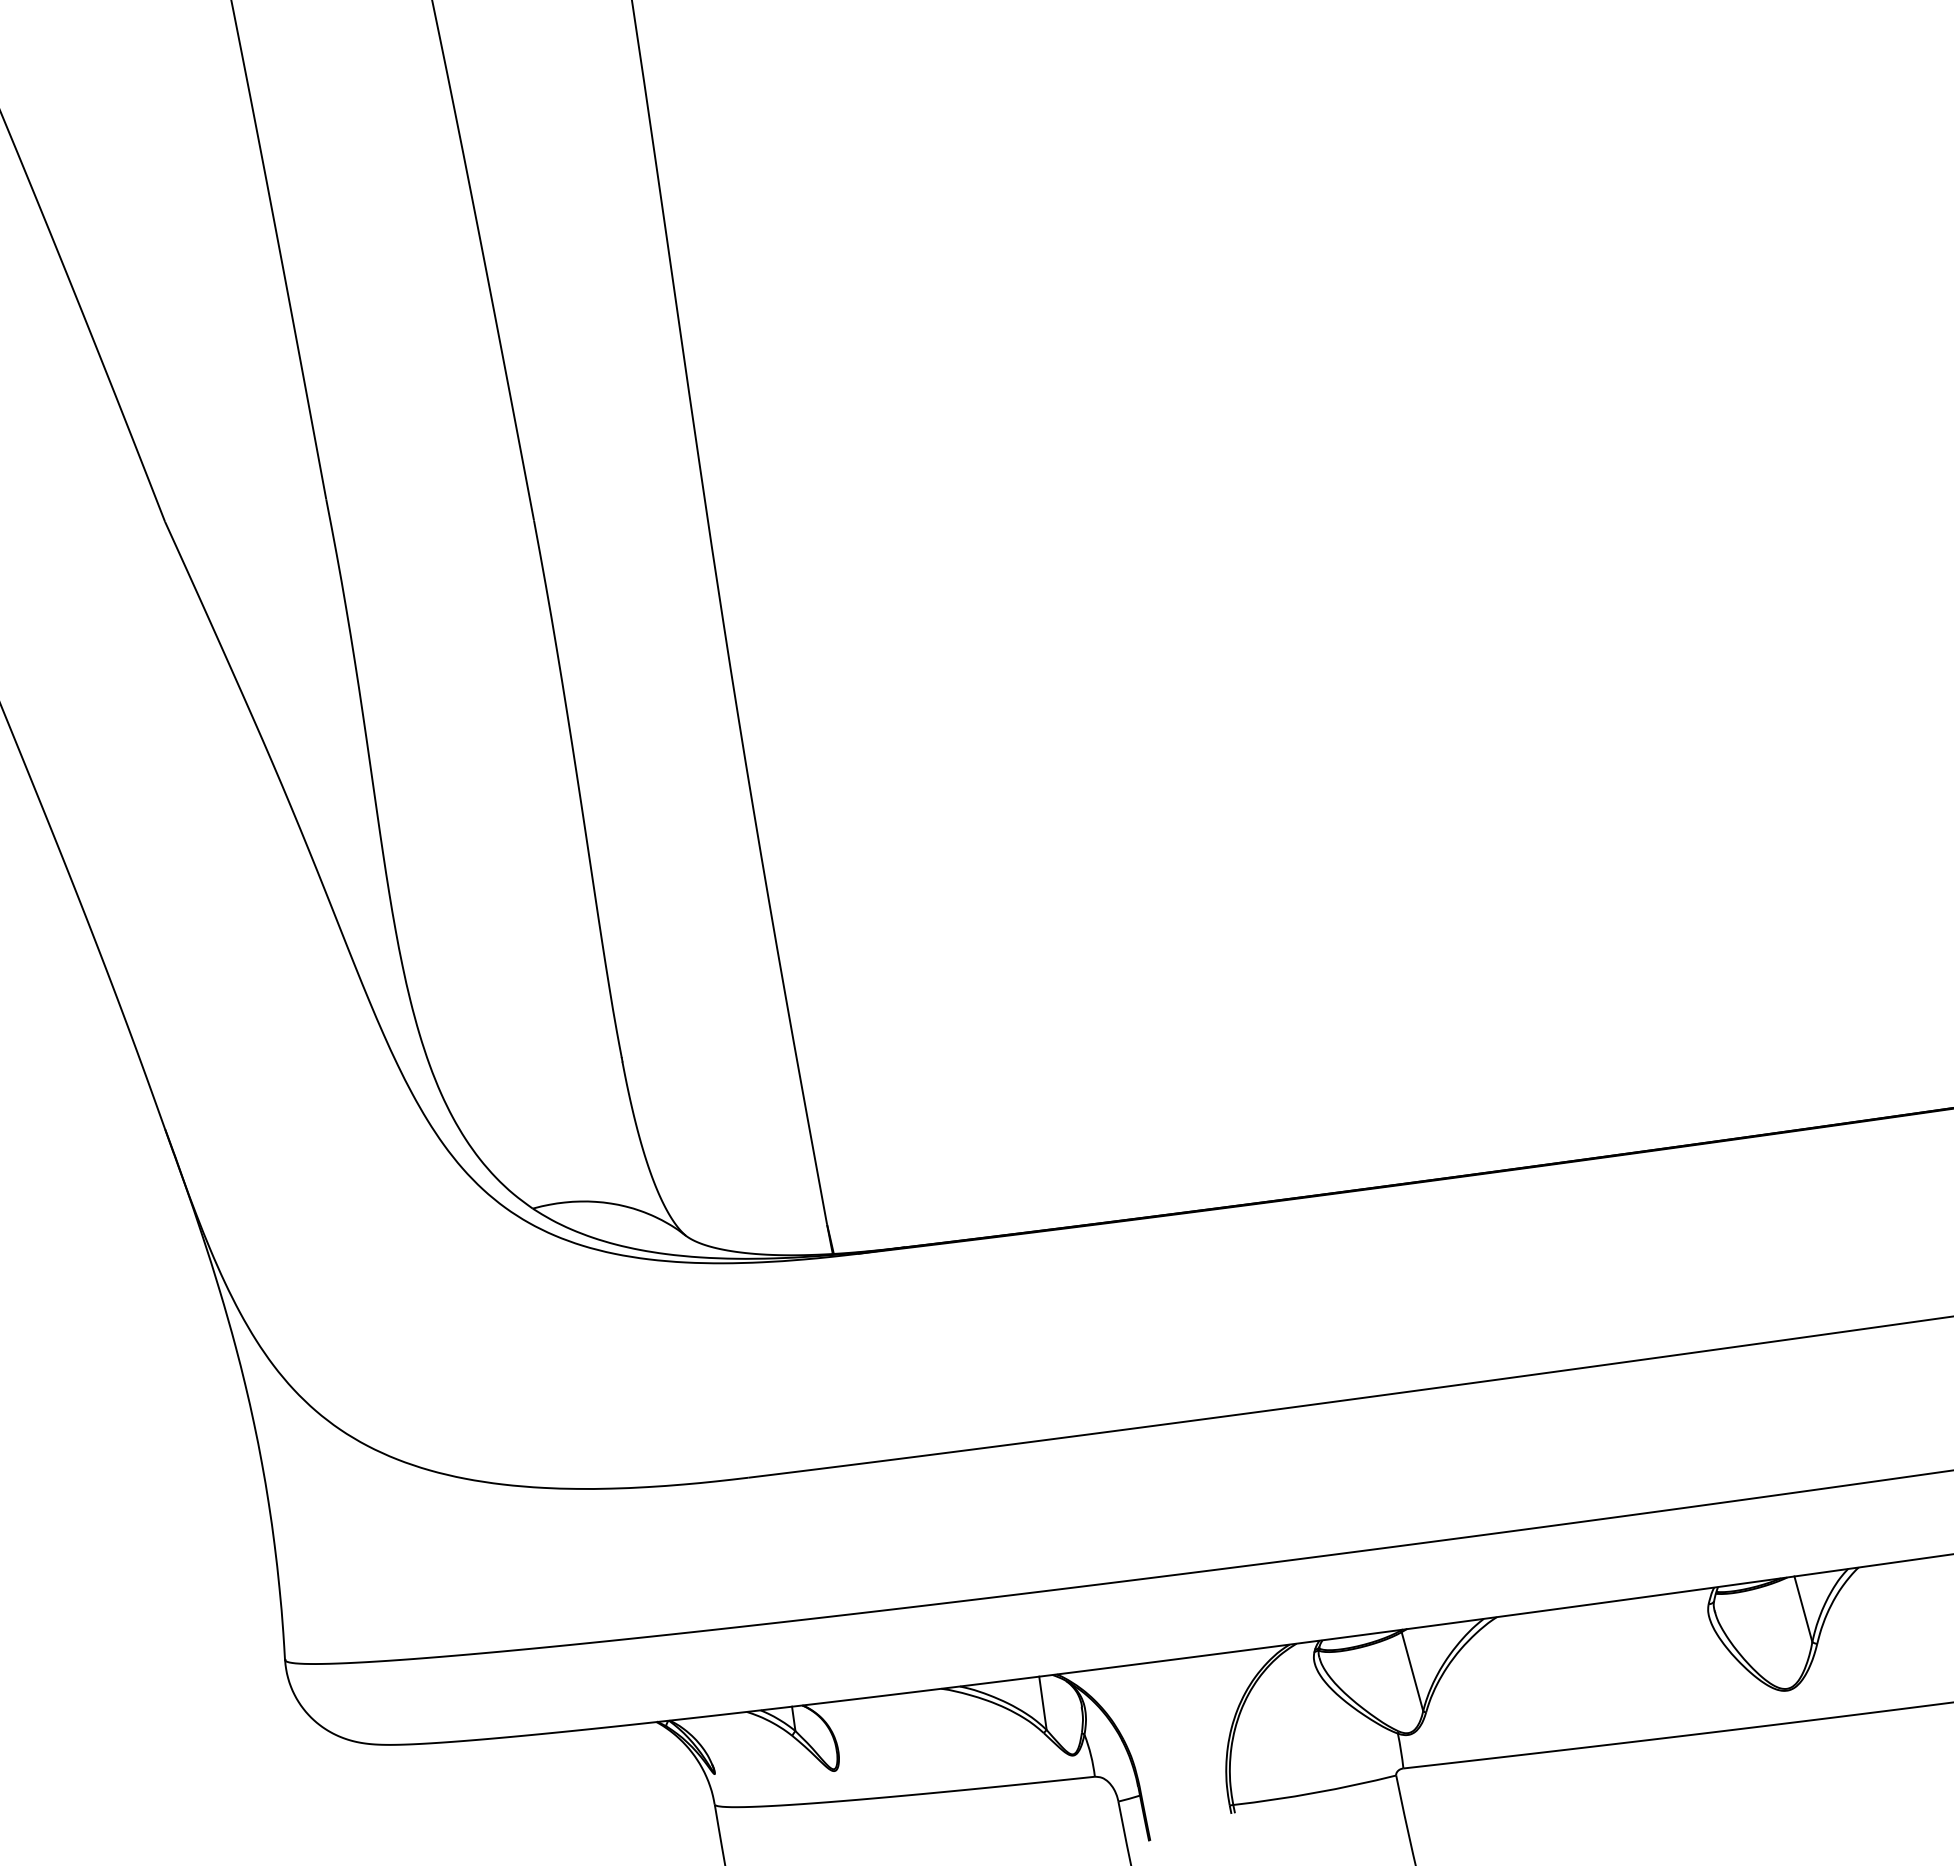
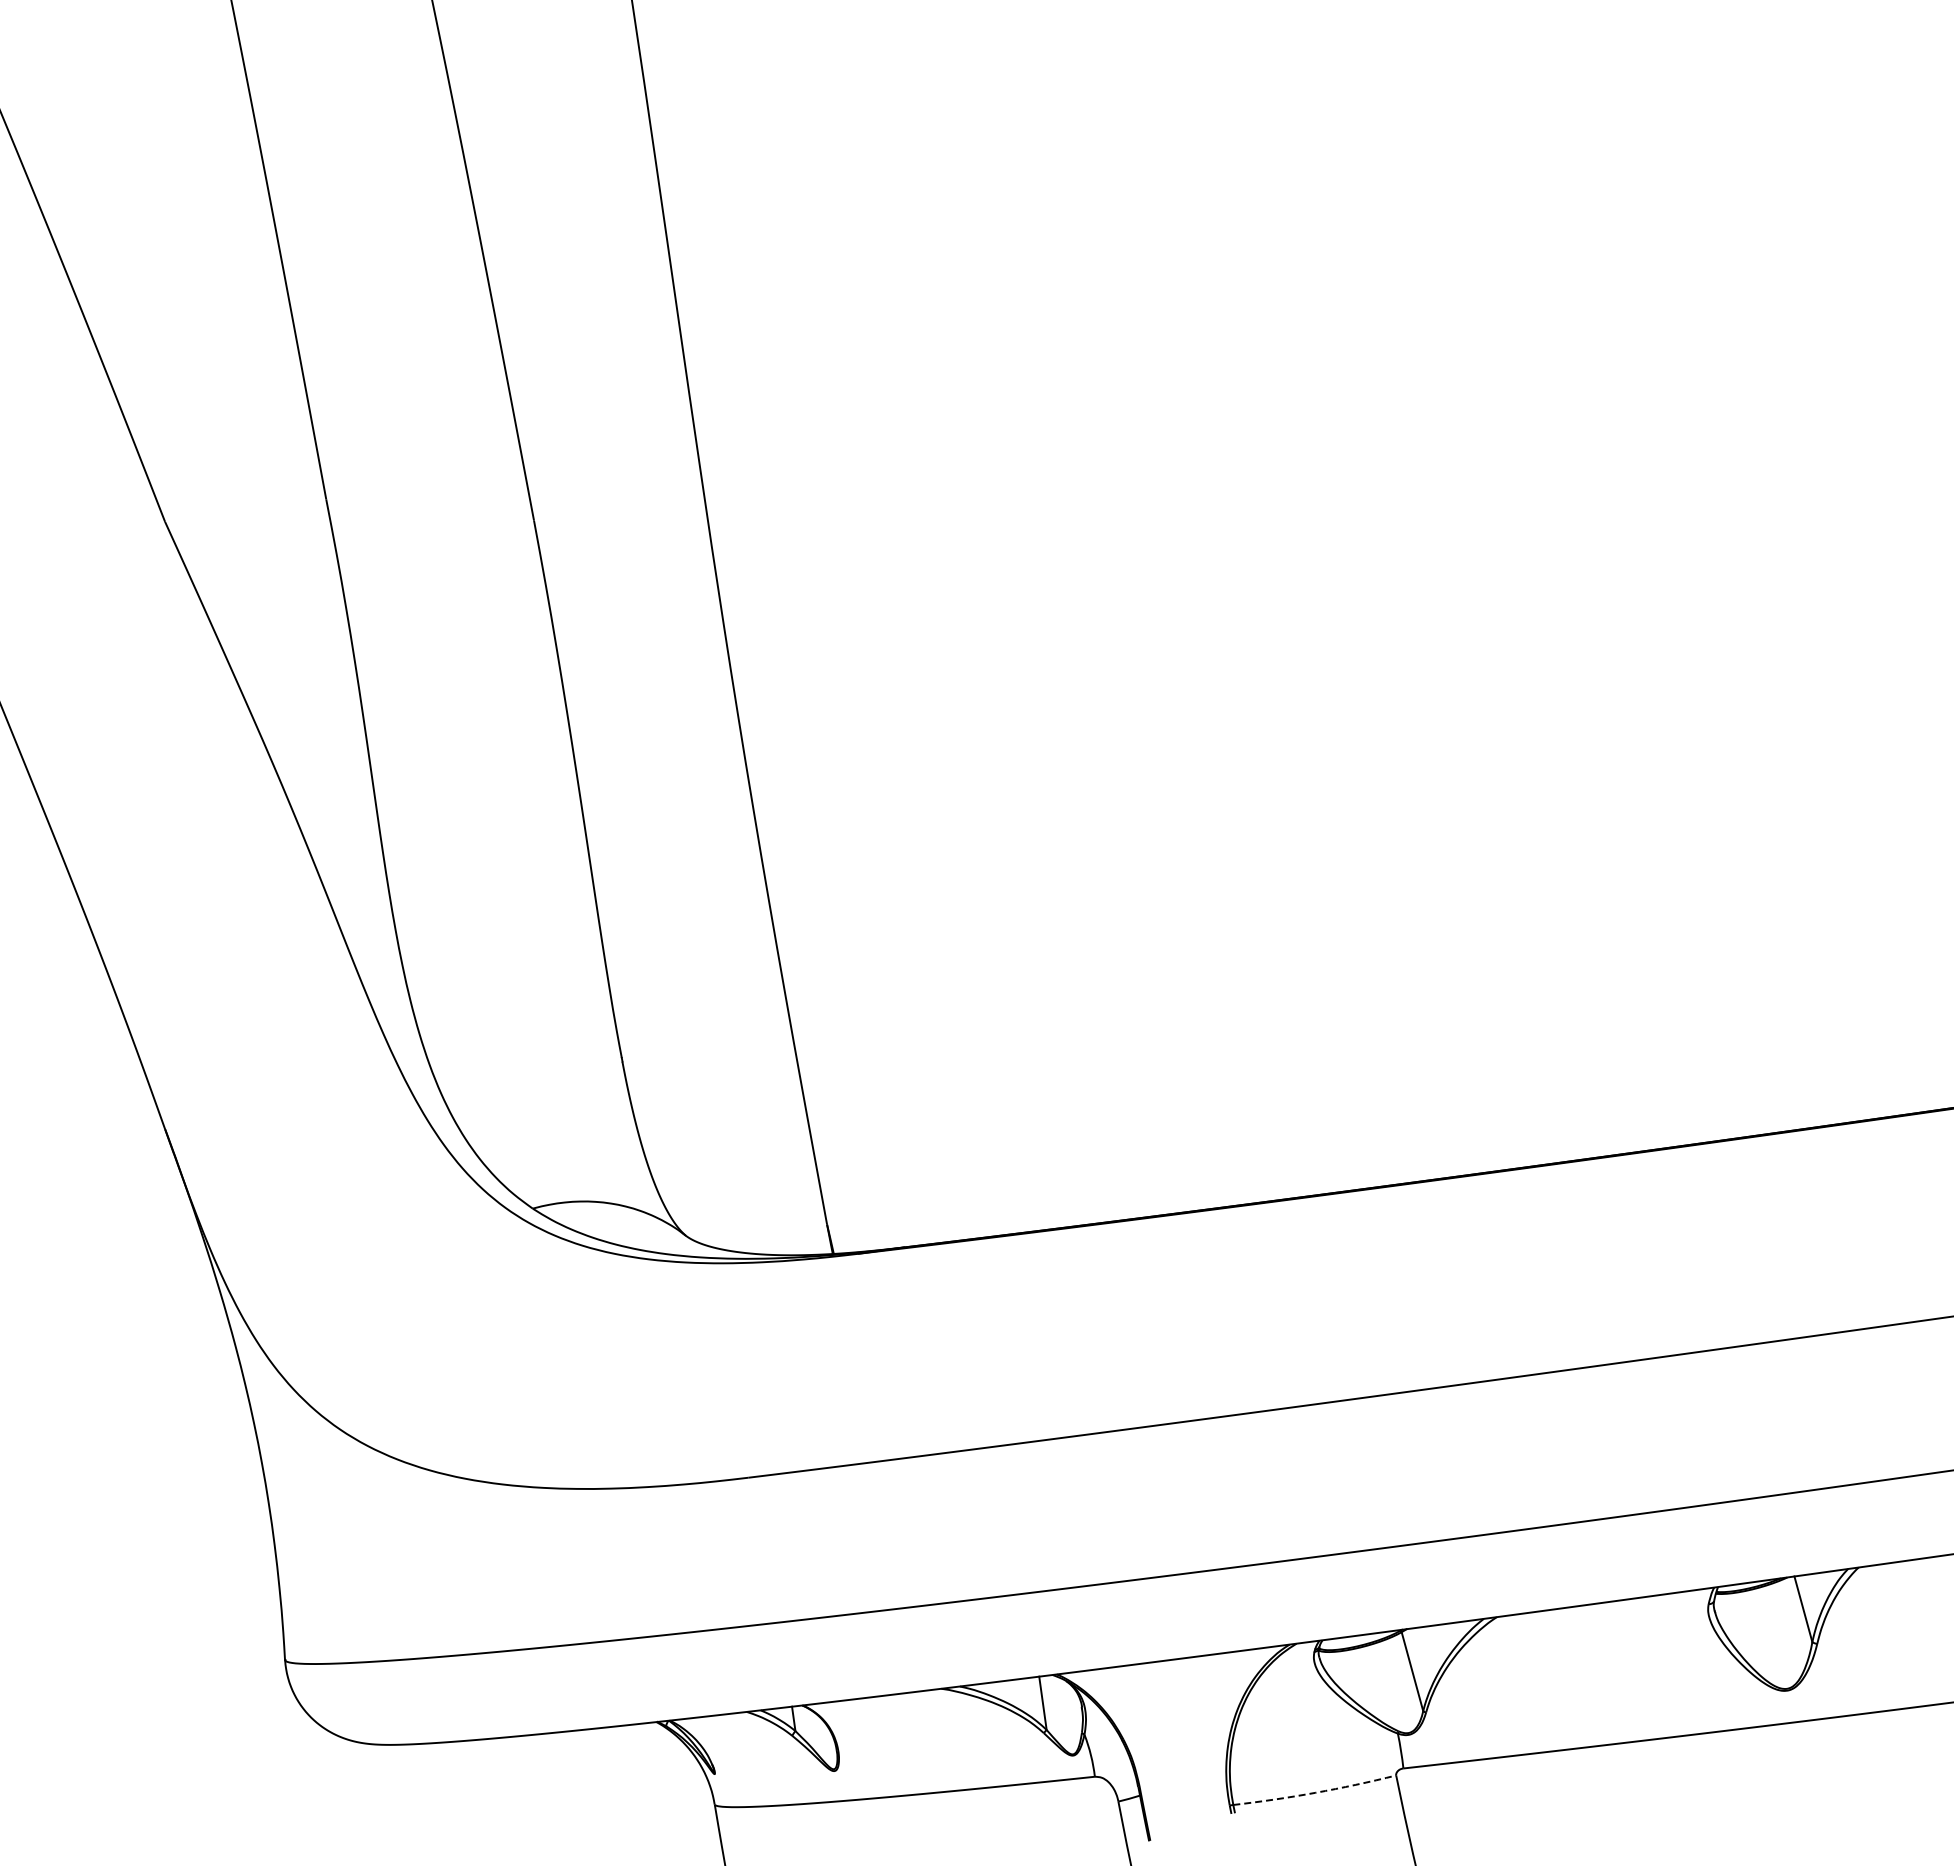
arc at (1315, 1792): solid -> dashed
